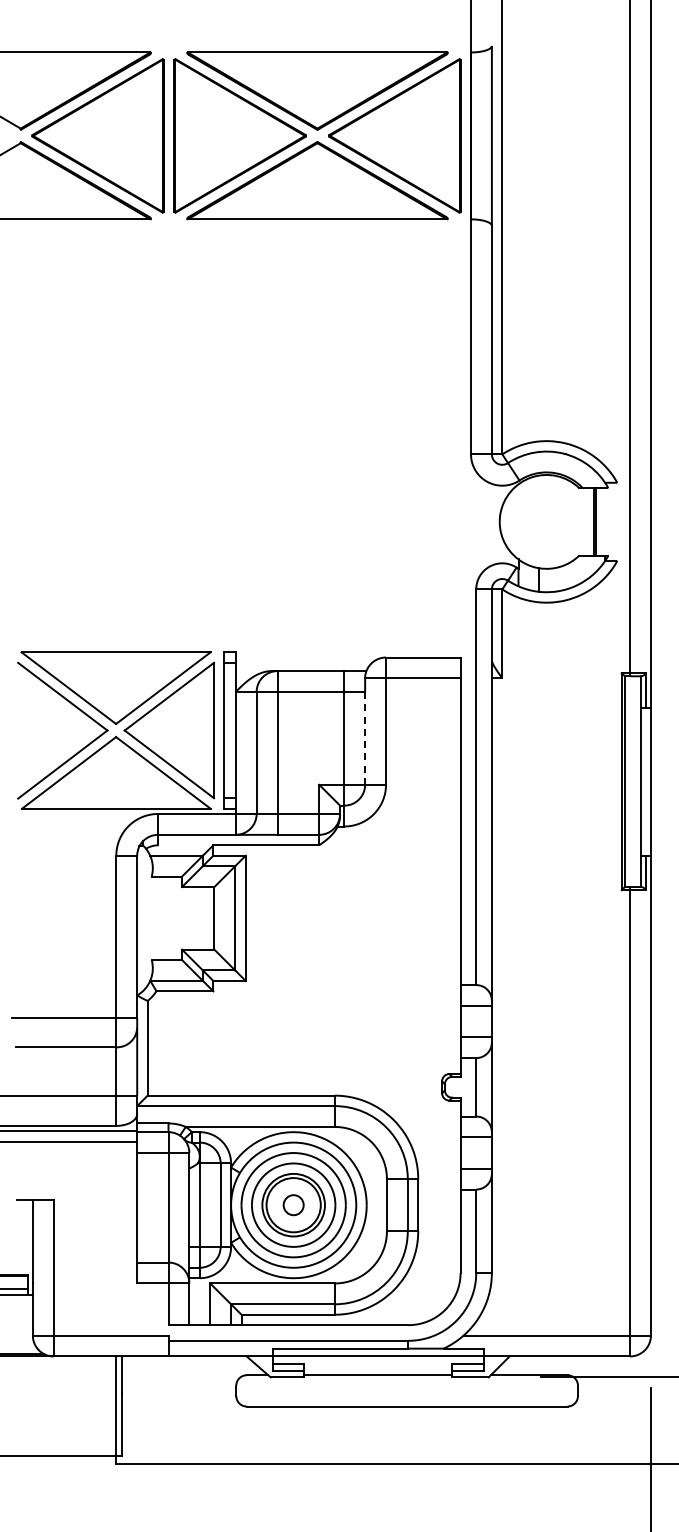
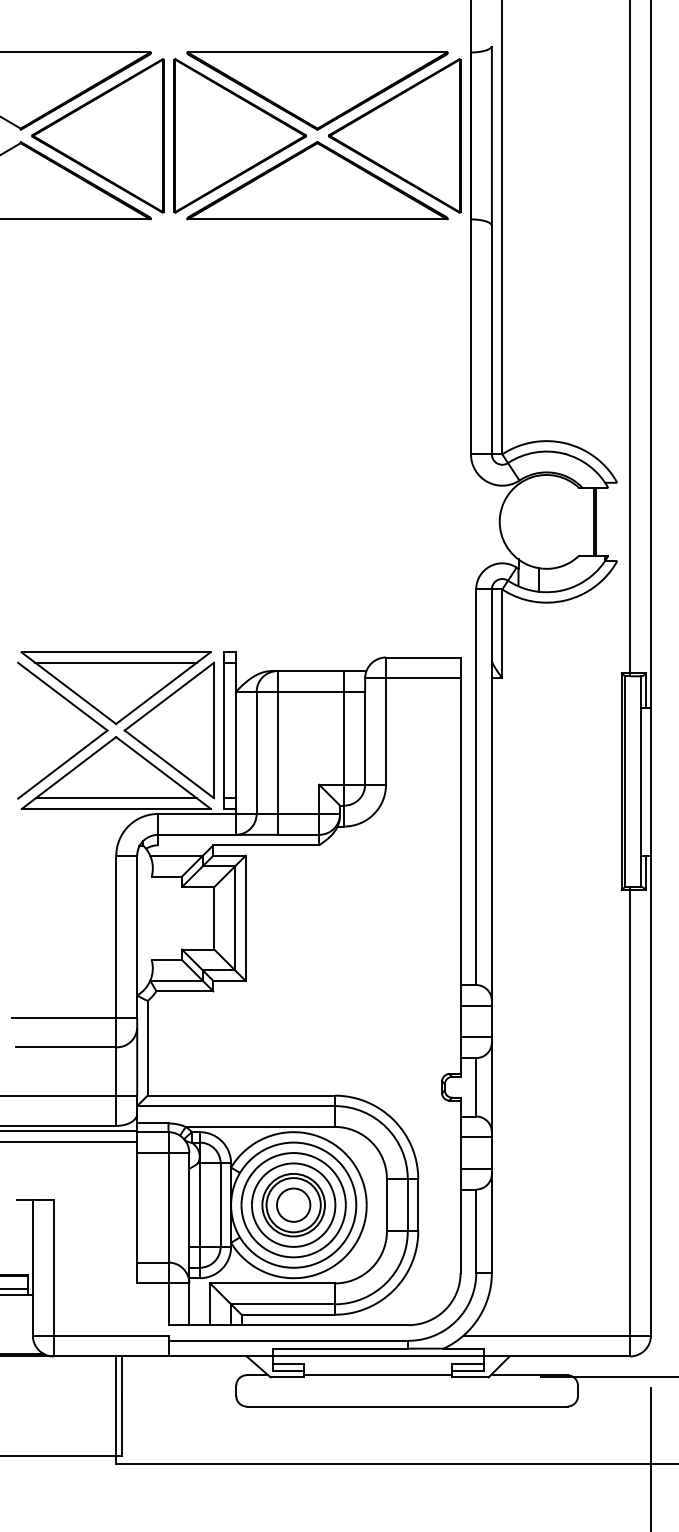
line at (115, 662): none -> present
line at (365, 737): dashed -> solid
line at (115, 798): none -> present
circle at (293, 1205) diameter: 20 px -> 33 px
